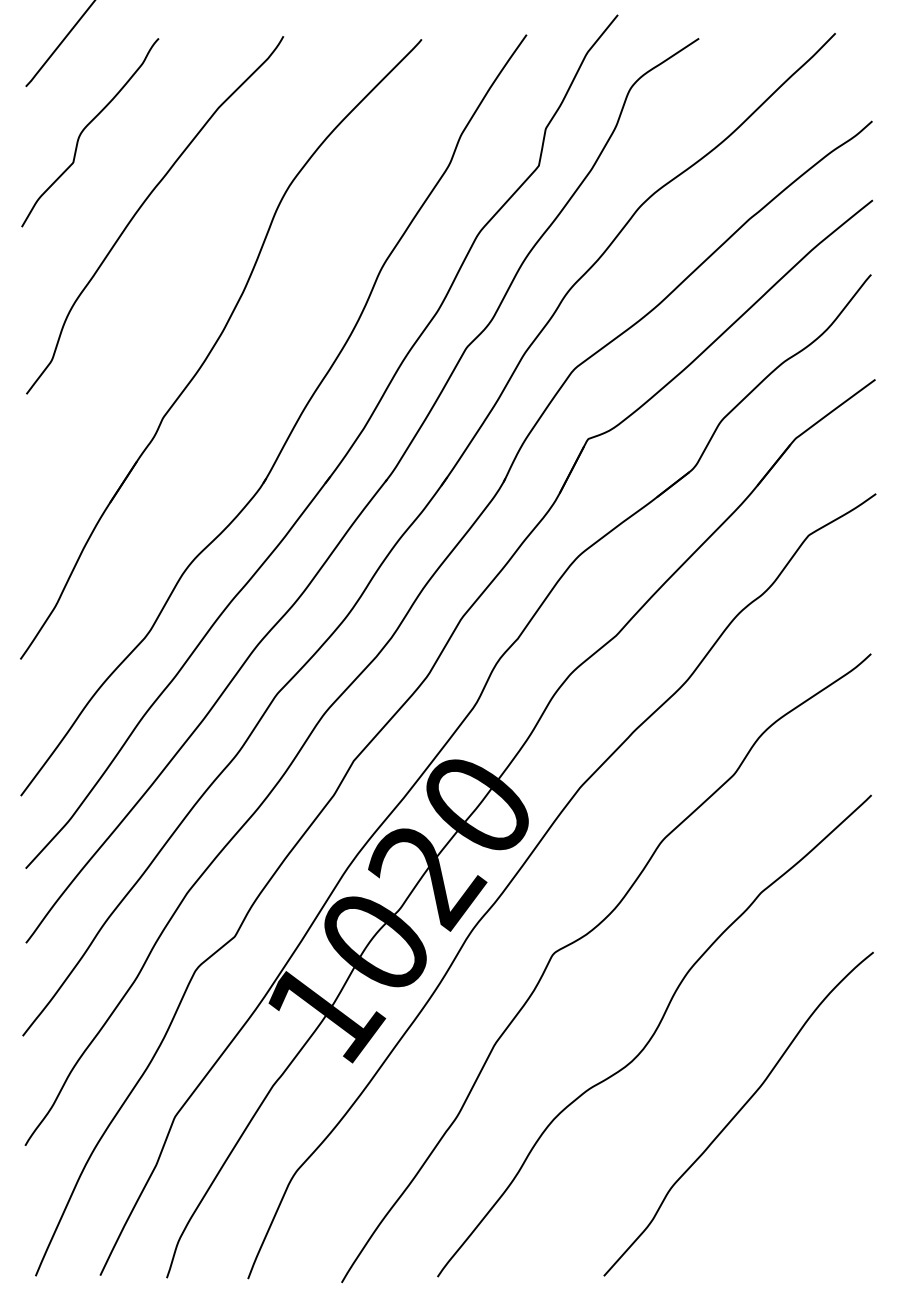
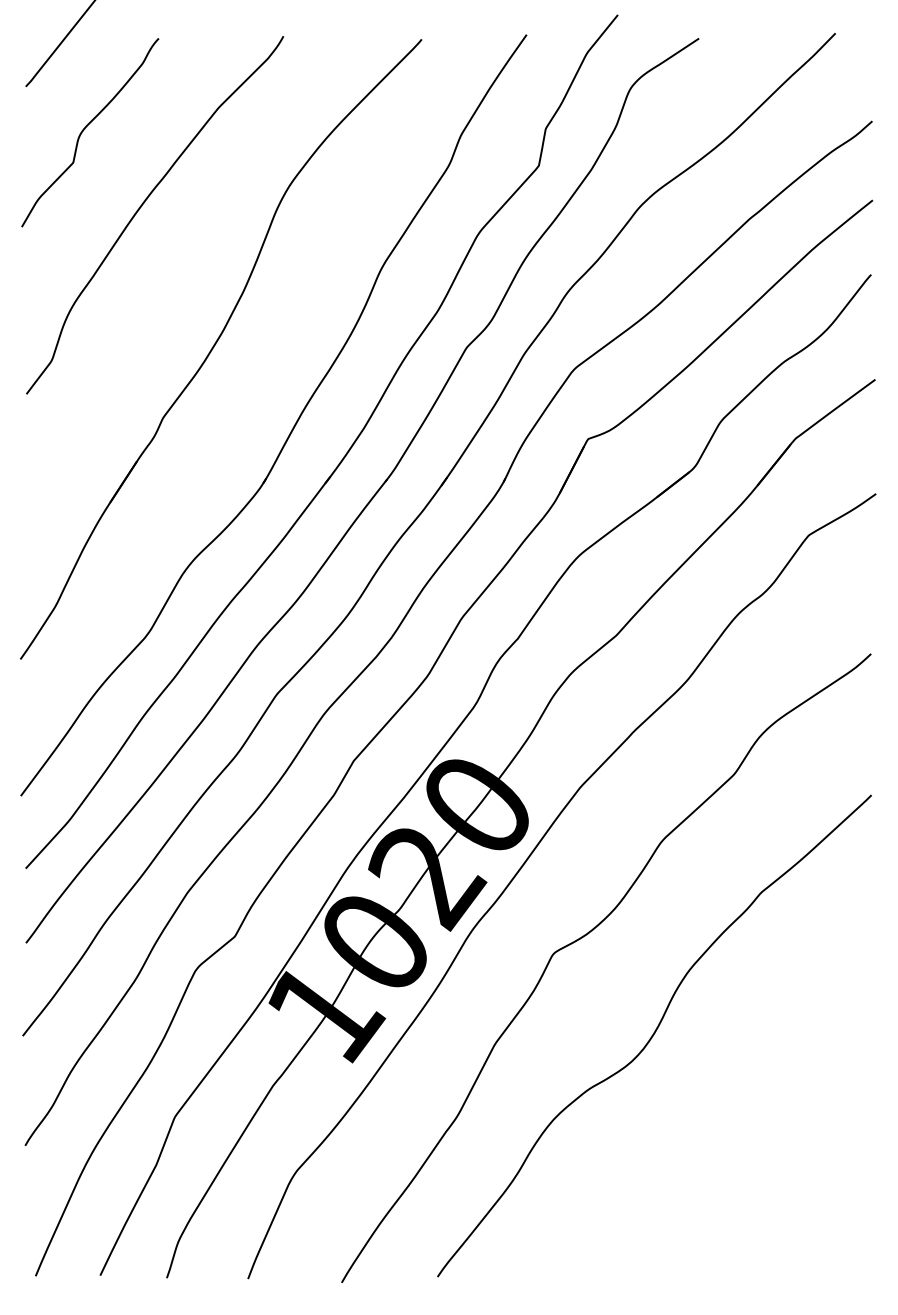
curve at (738, 1113): present -> none
